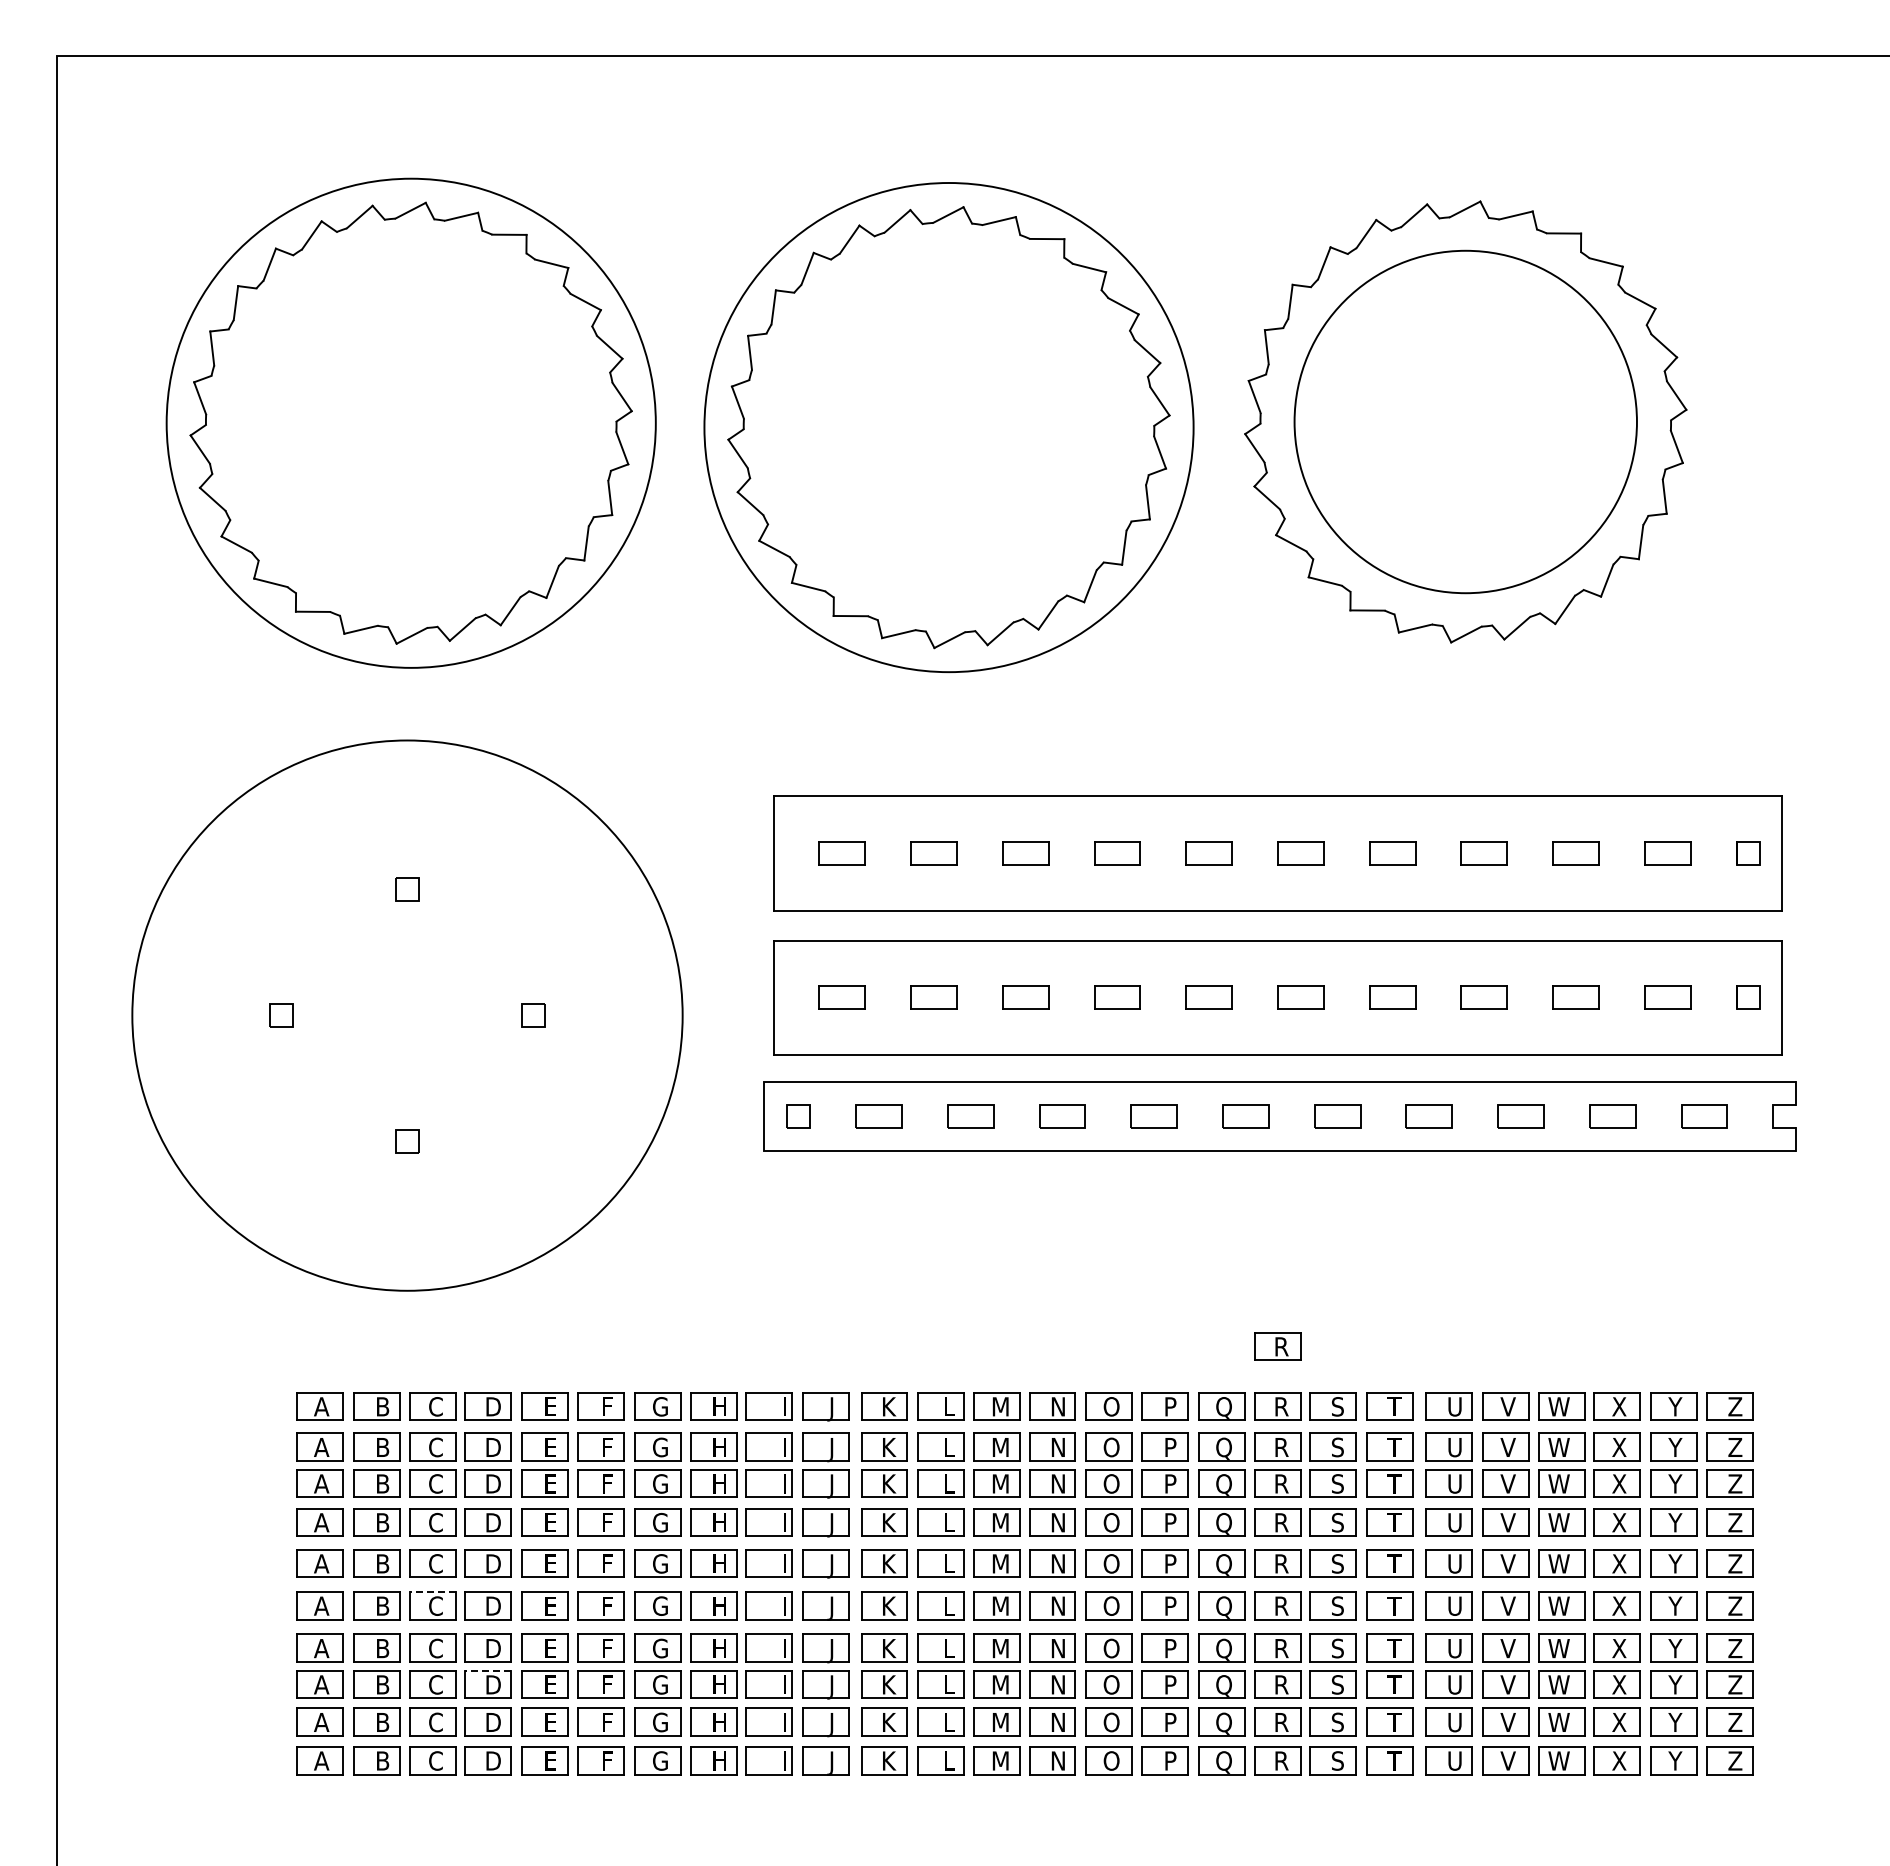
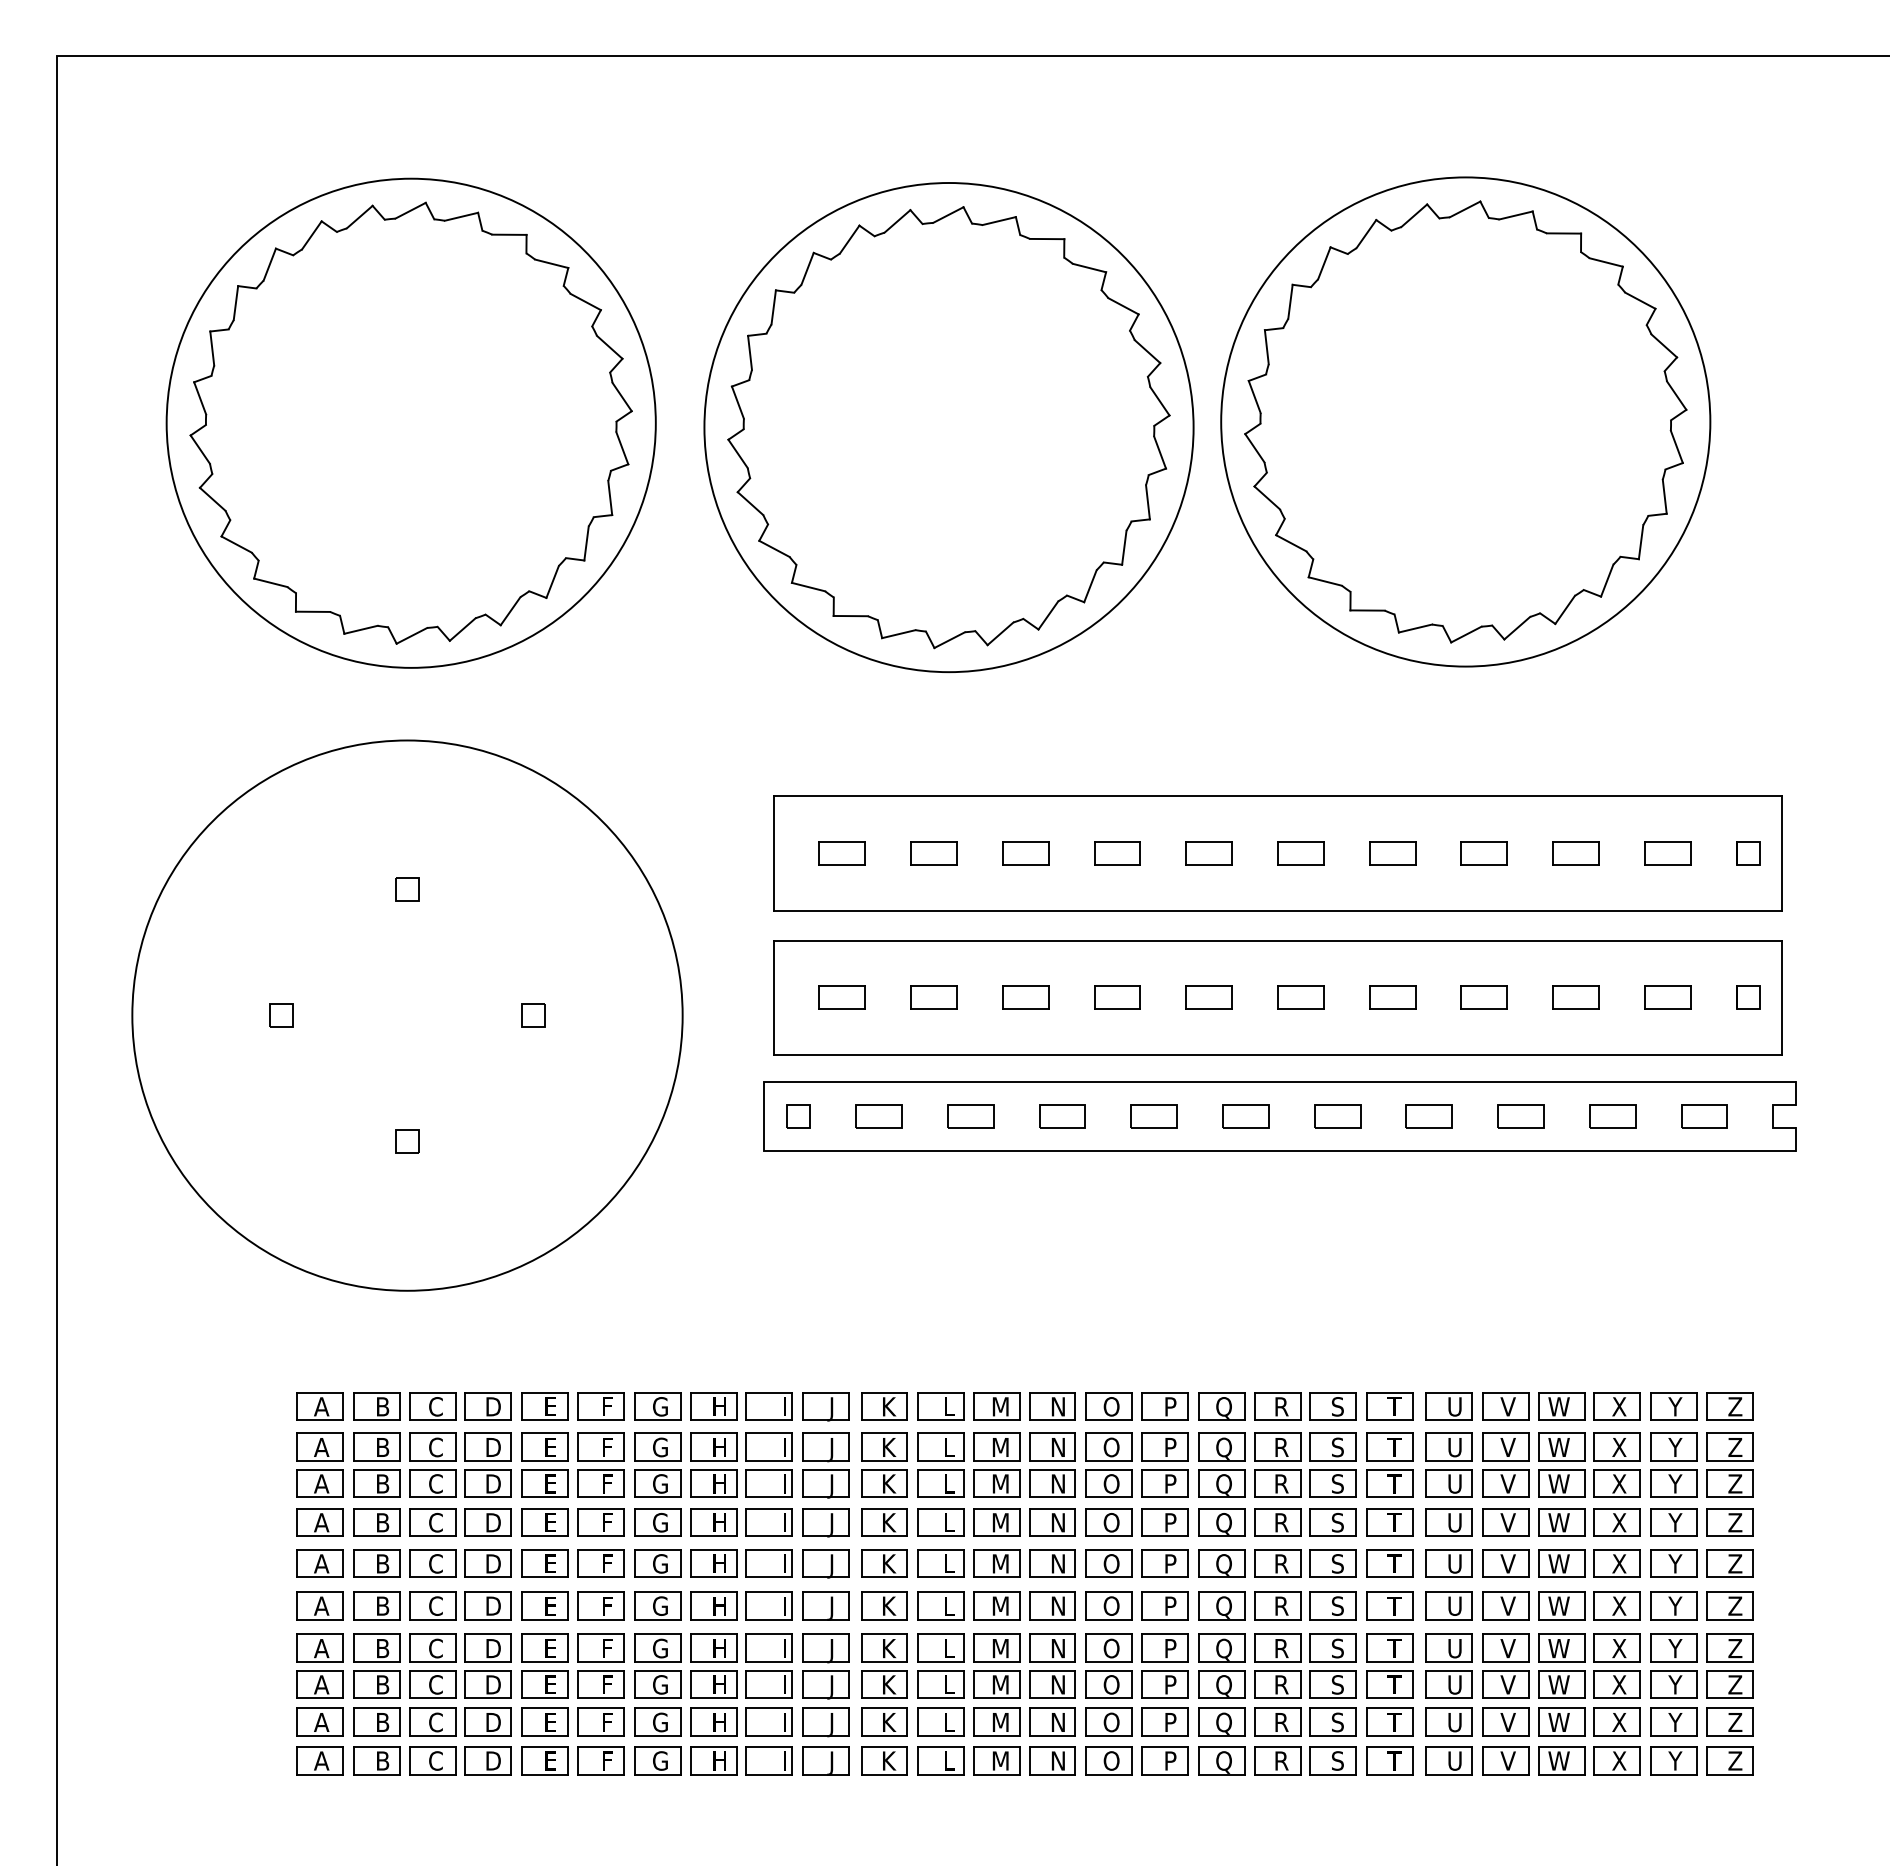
circle at (1465, 421) diameter: 342 px -> 489 px
part at (1277, 1346): present -> none
line at (432, 1591): dashed -> solid
line at (487, 1670): dashed -> solid
